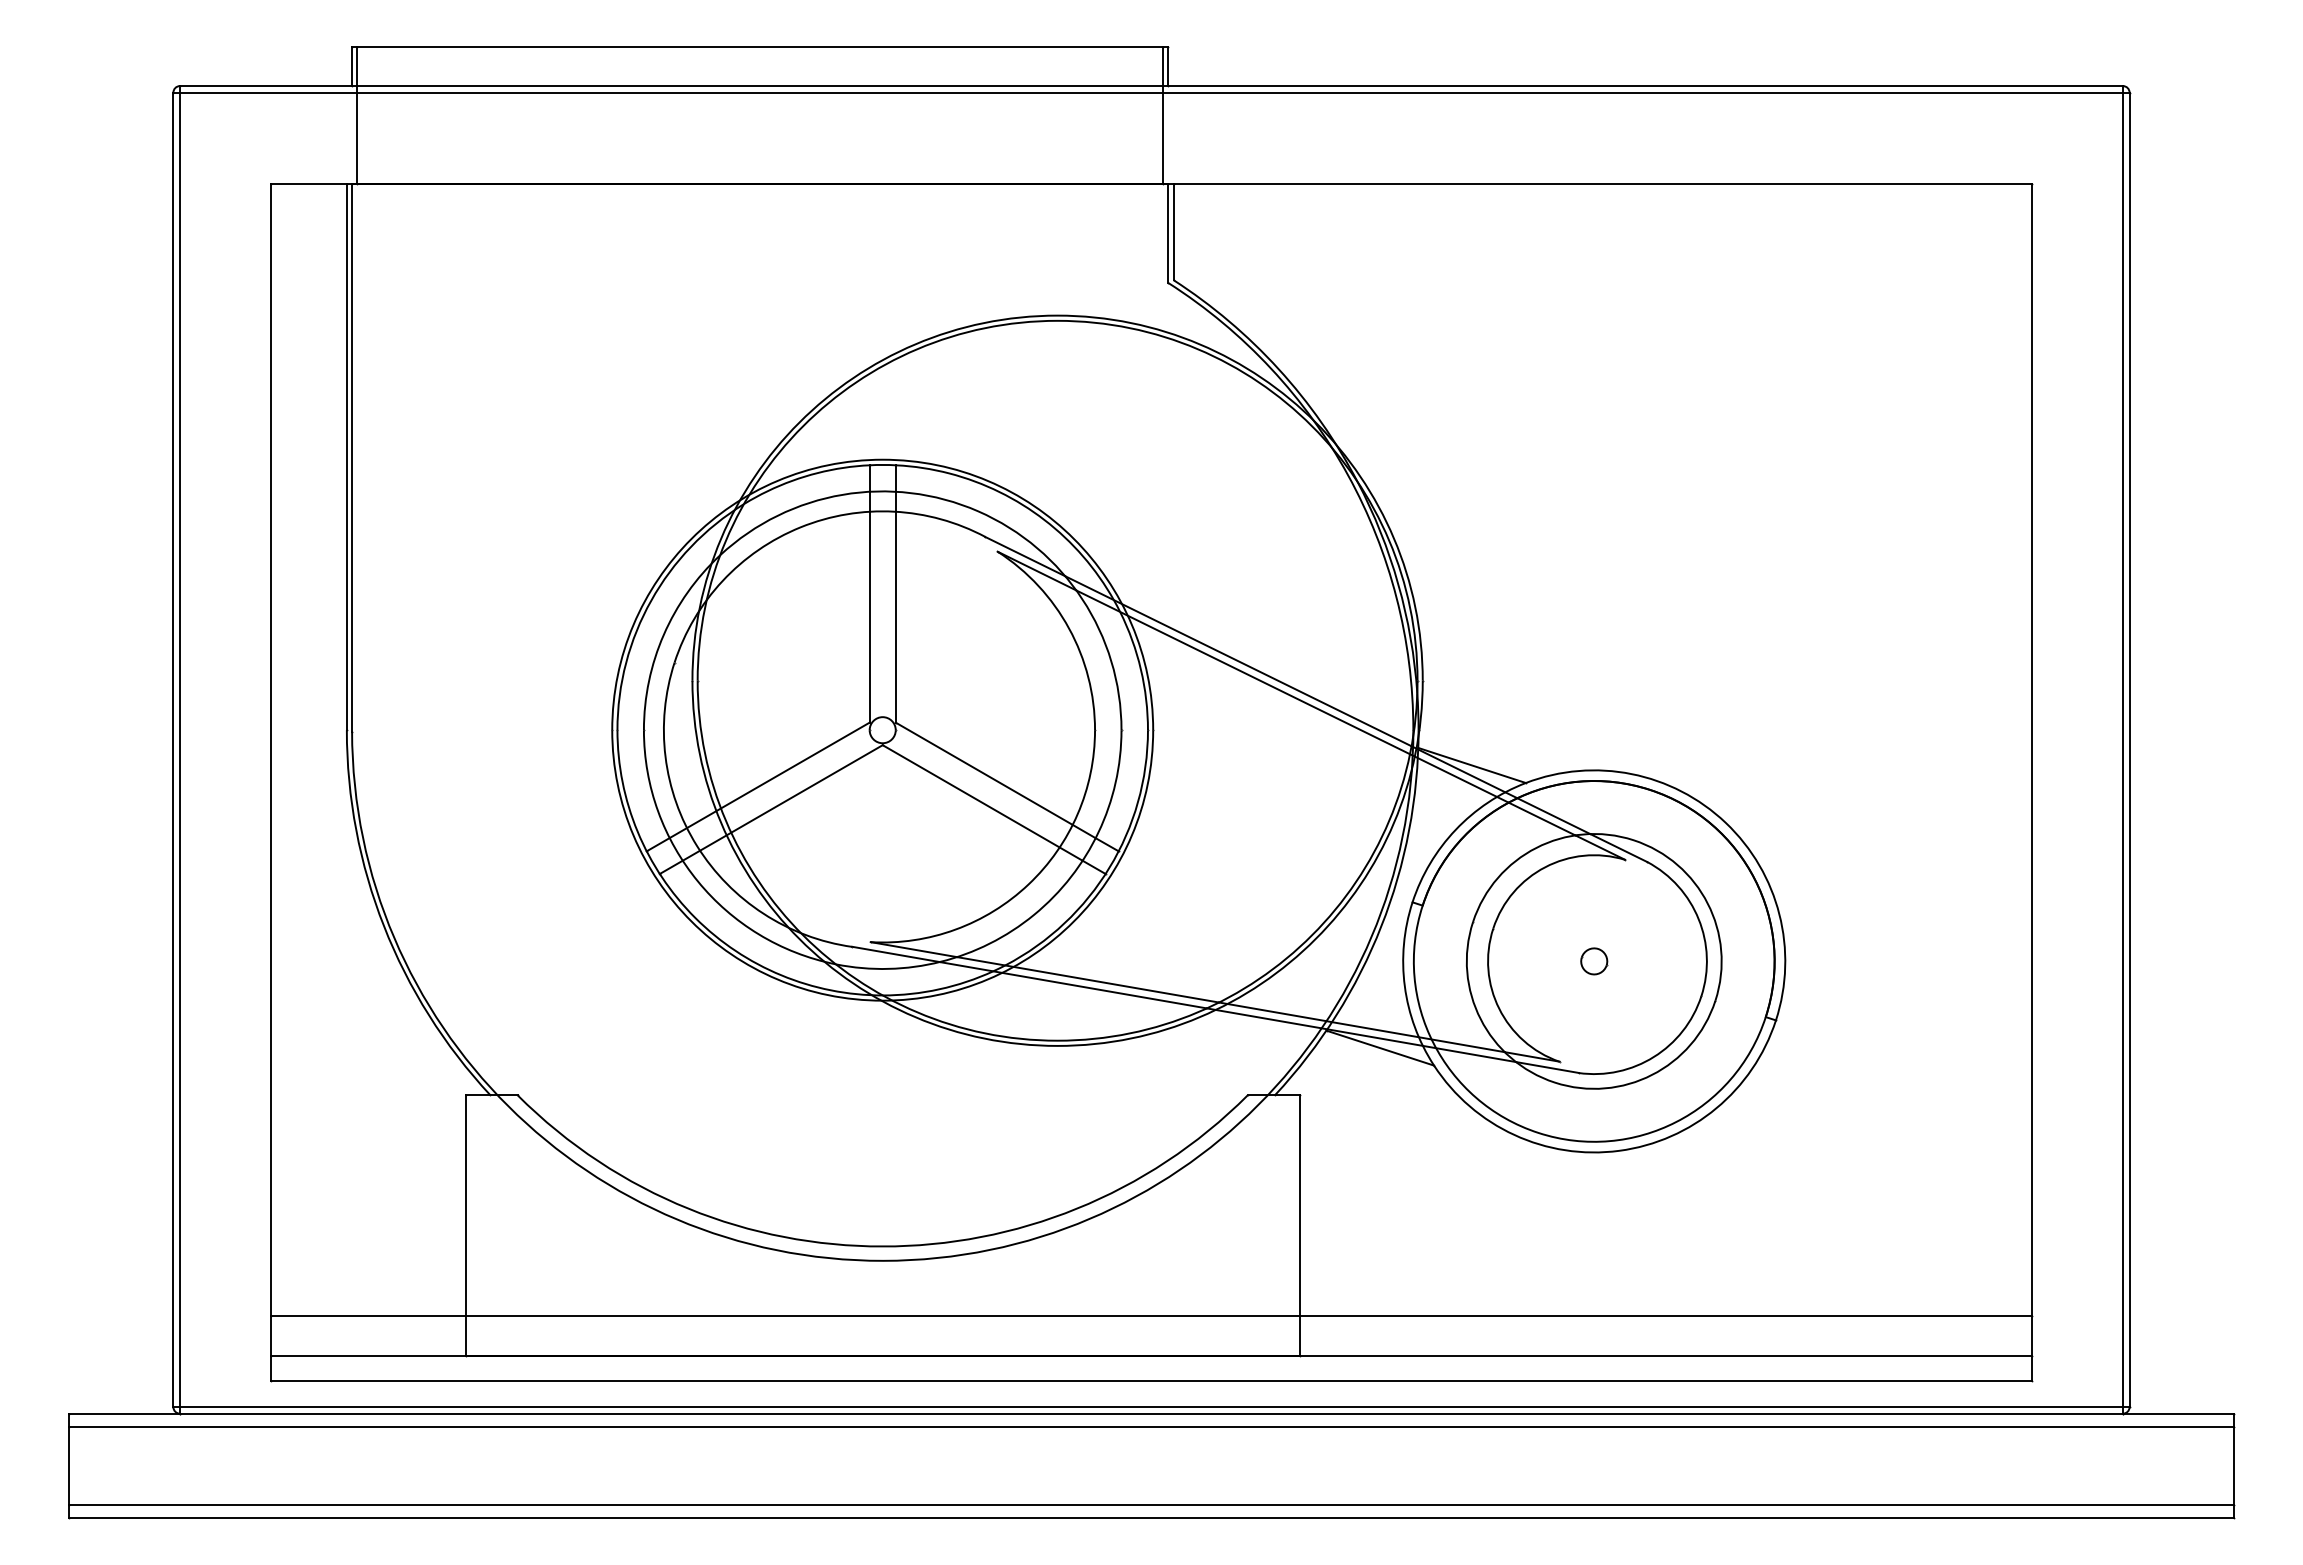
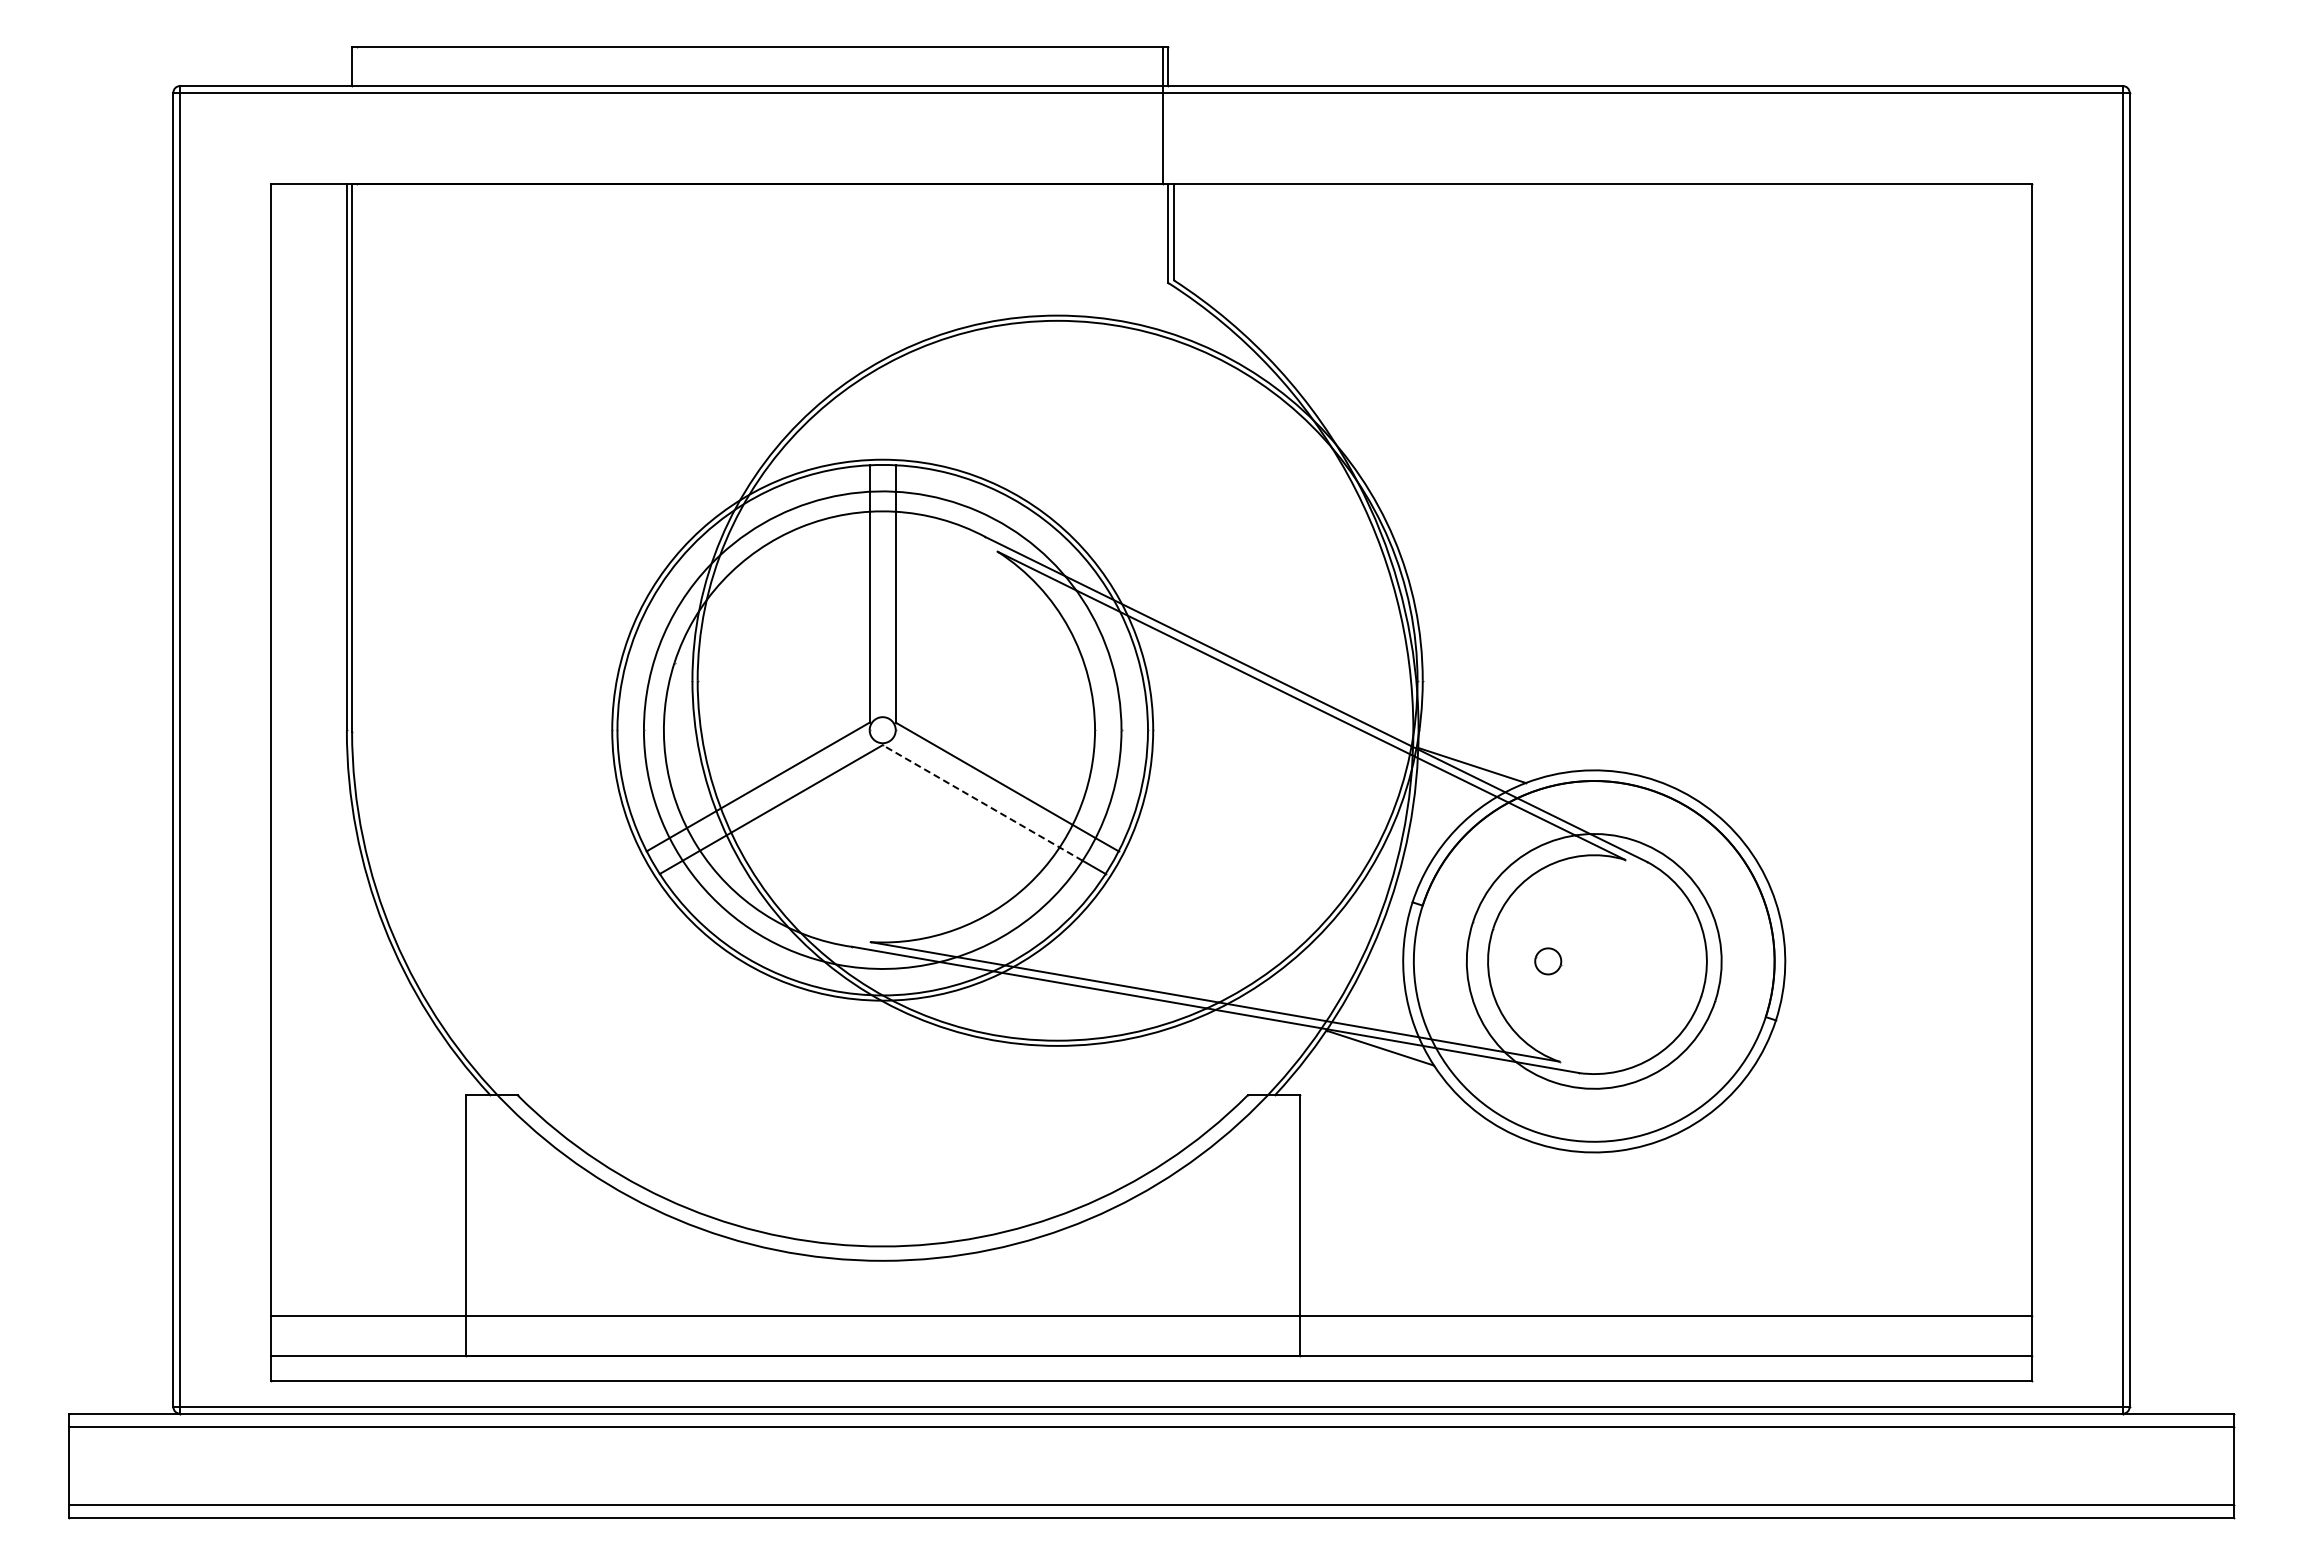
line at (357, 114): present -> none
line at (982, 802): solid -> dashed
part at (1594, 961) position: (1594, 961) -> (1548, 961)
